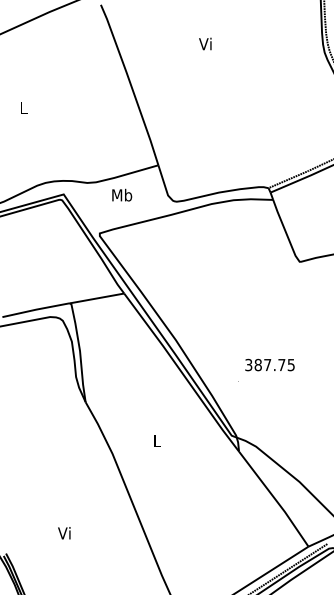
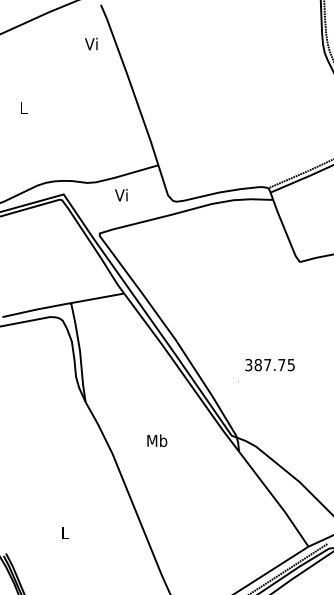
text at (205, 43) position: (205, 43) -> (91, 43)
text at (122, 194): Mb -> Vi
text at (157, 440): L -> Mb
text at (64, 533): Vi -> L
